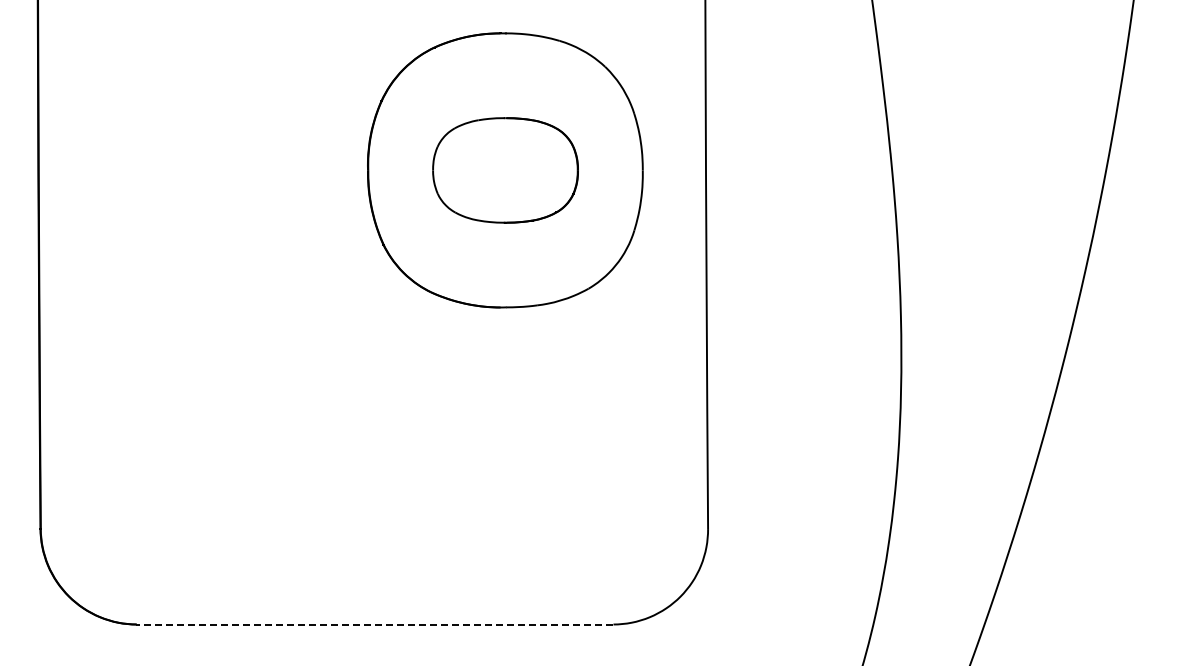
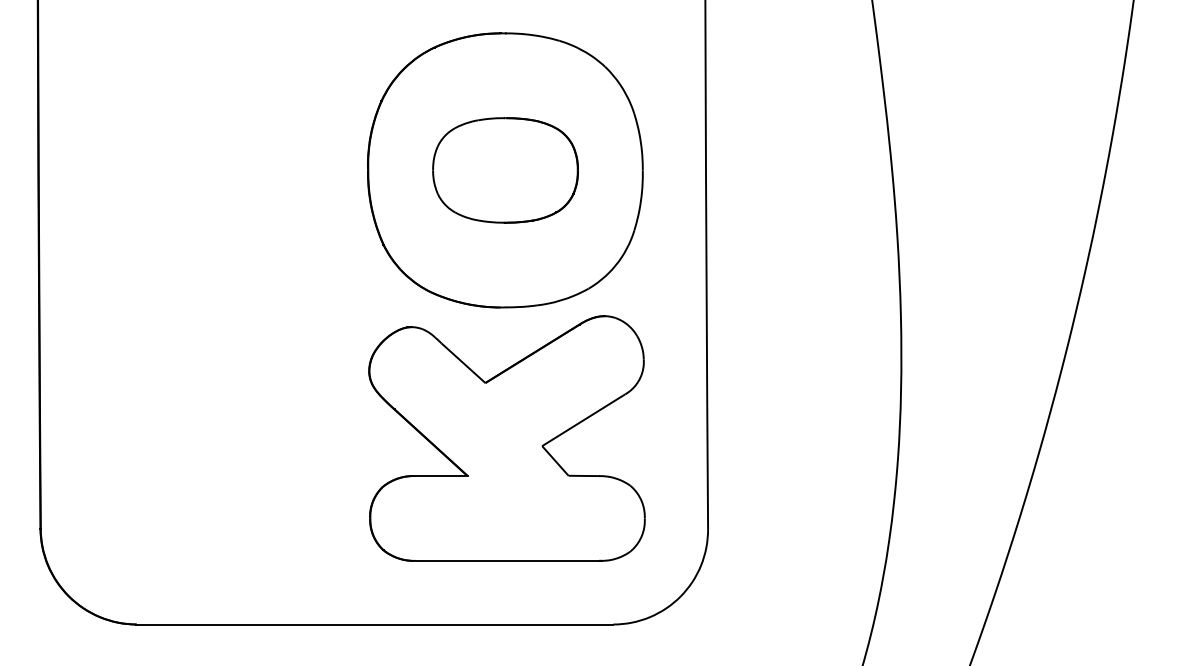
part at (506, 438): none -> present
line at (374, 624): dashed -> solid
